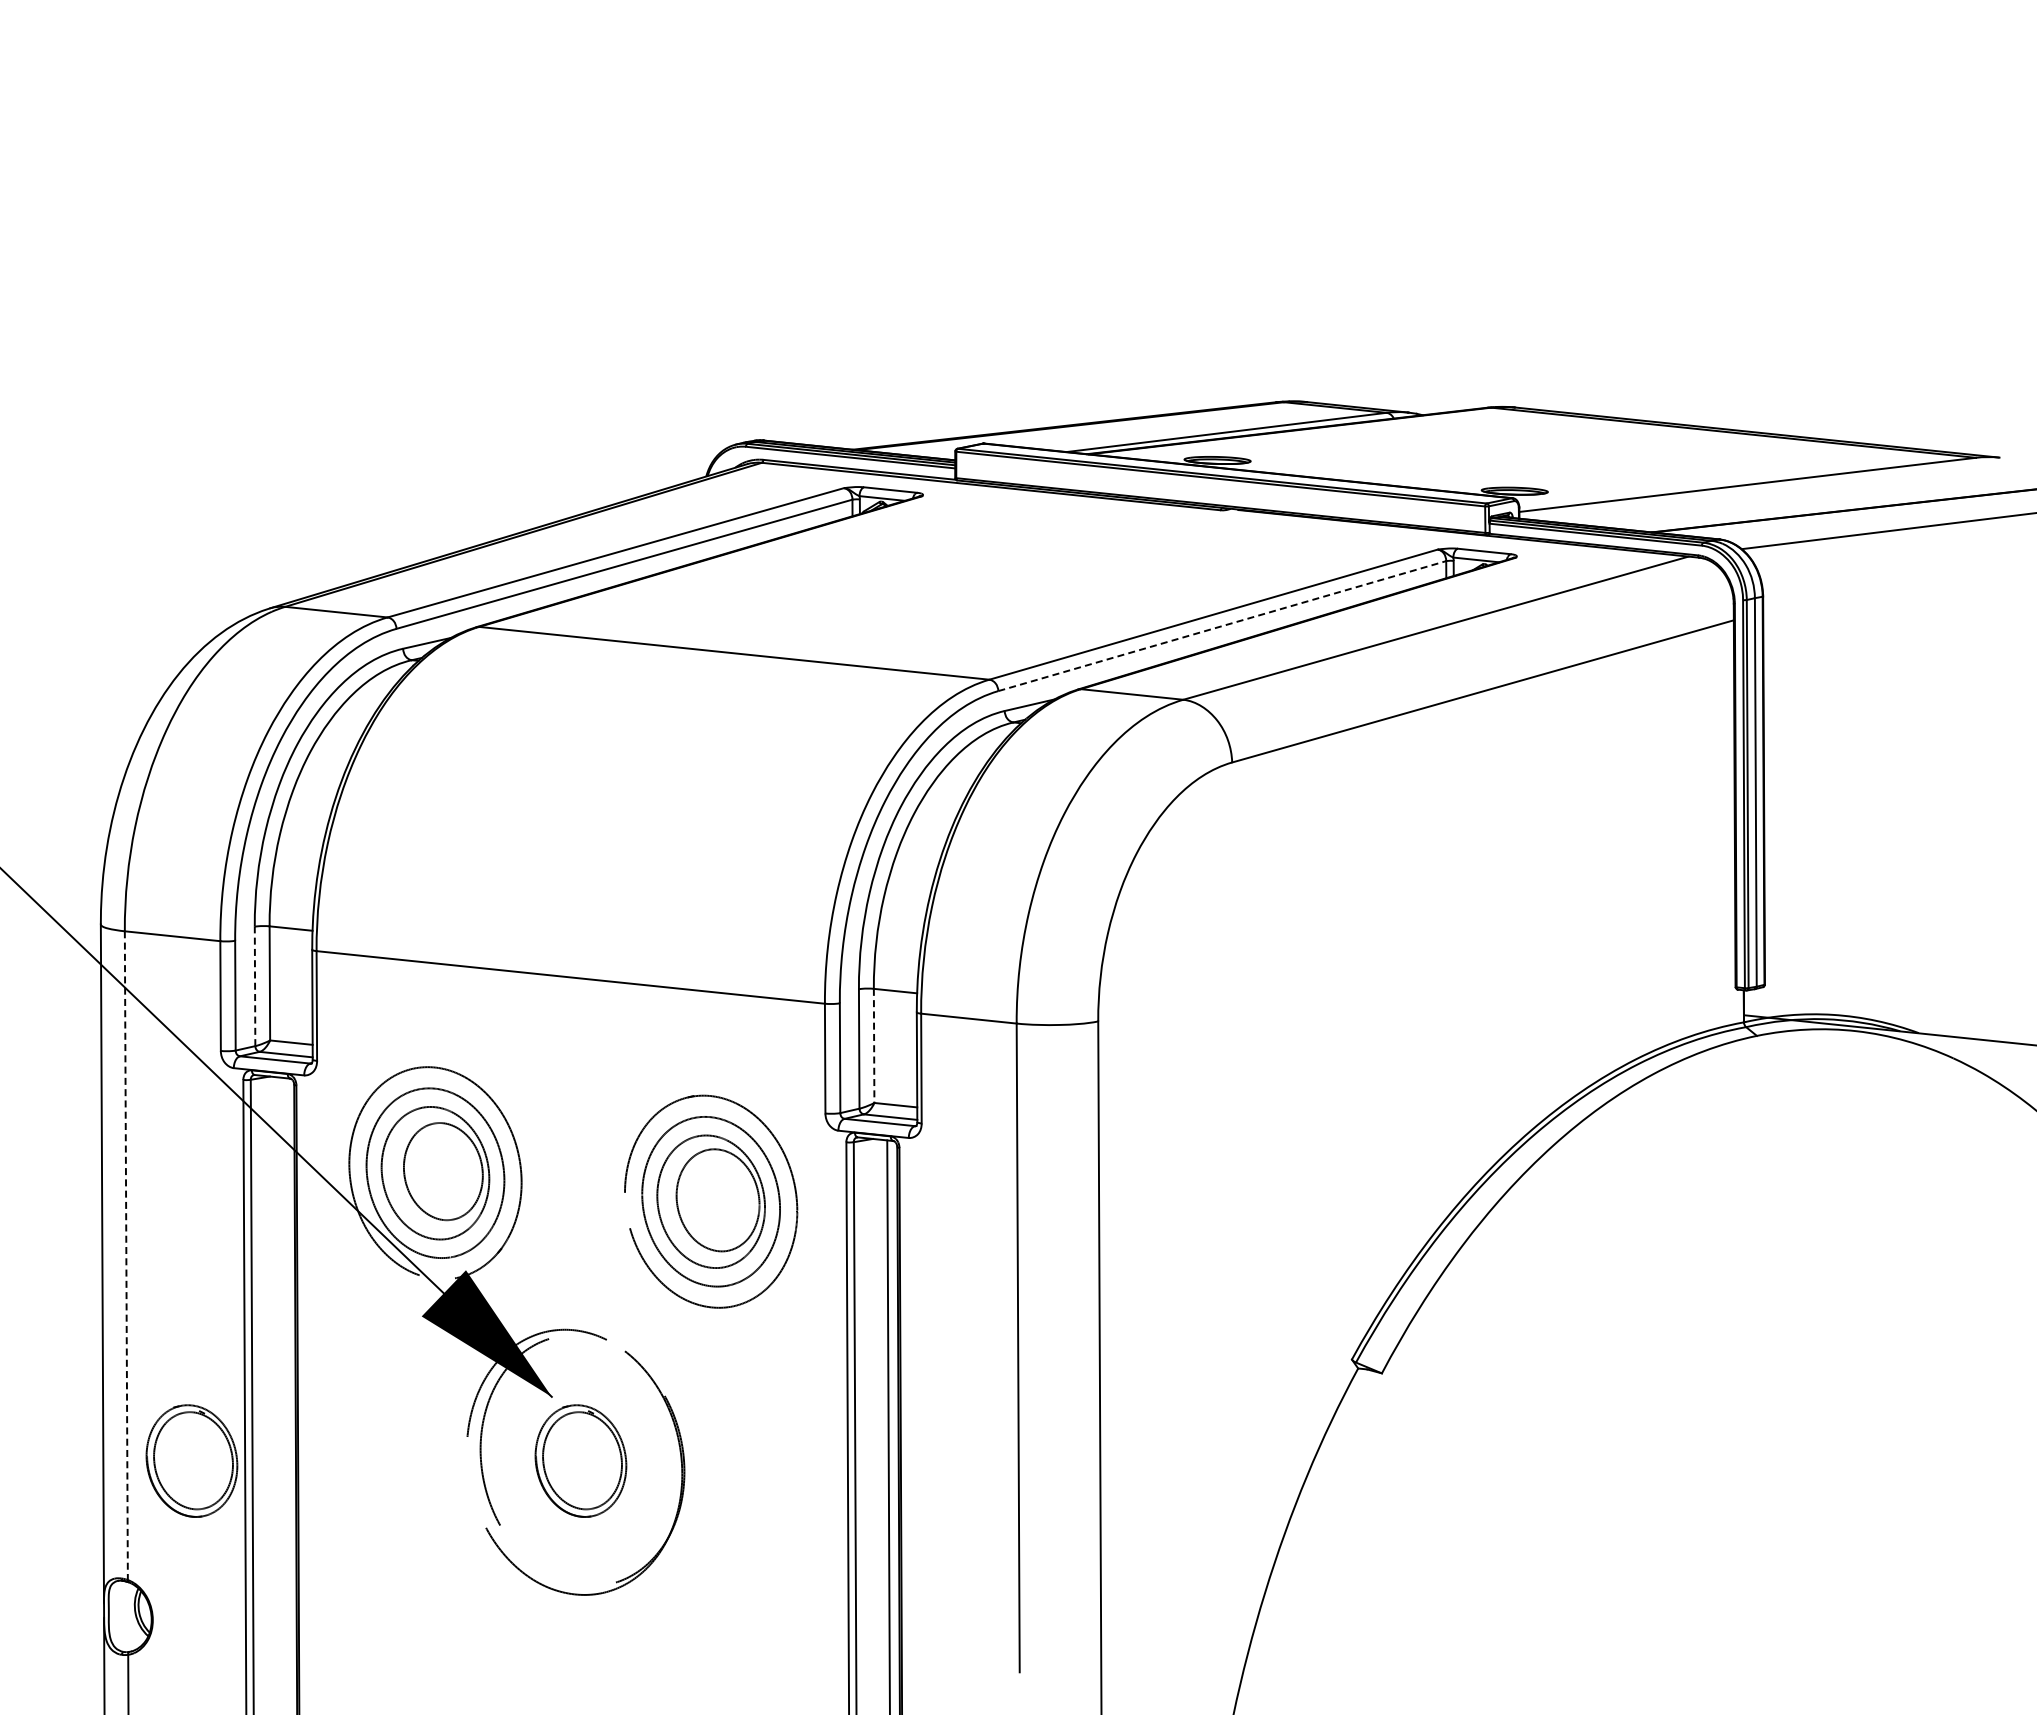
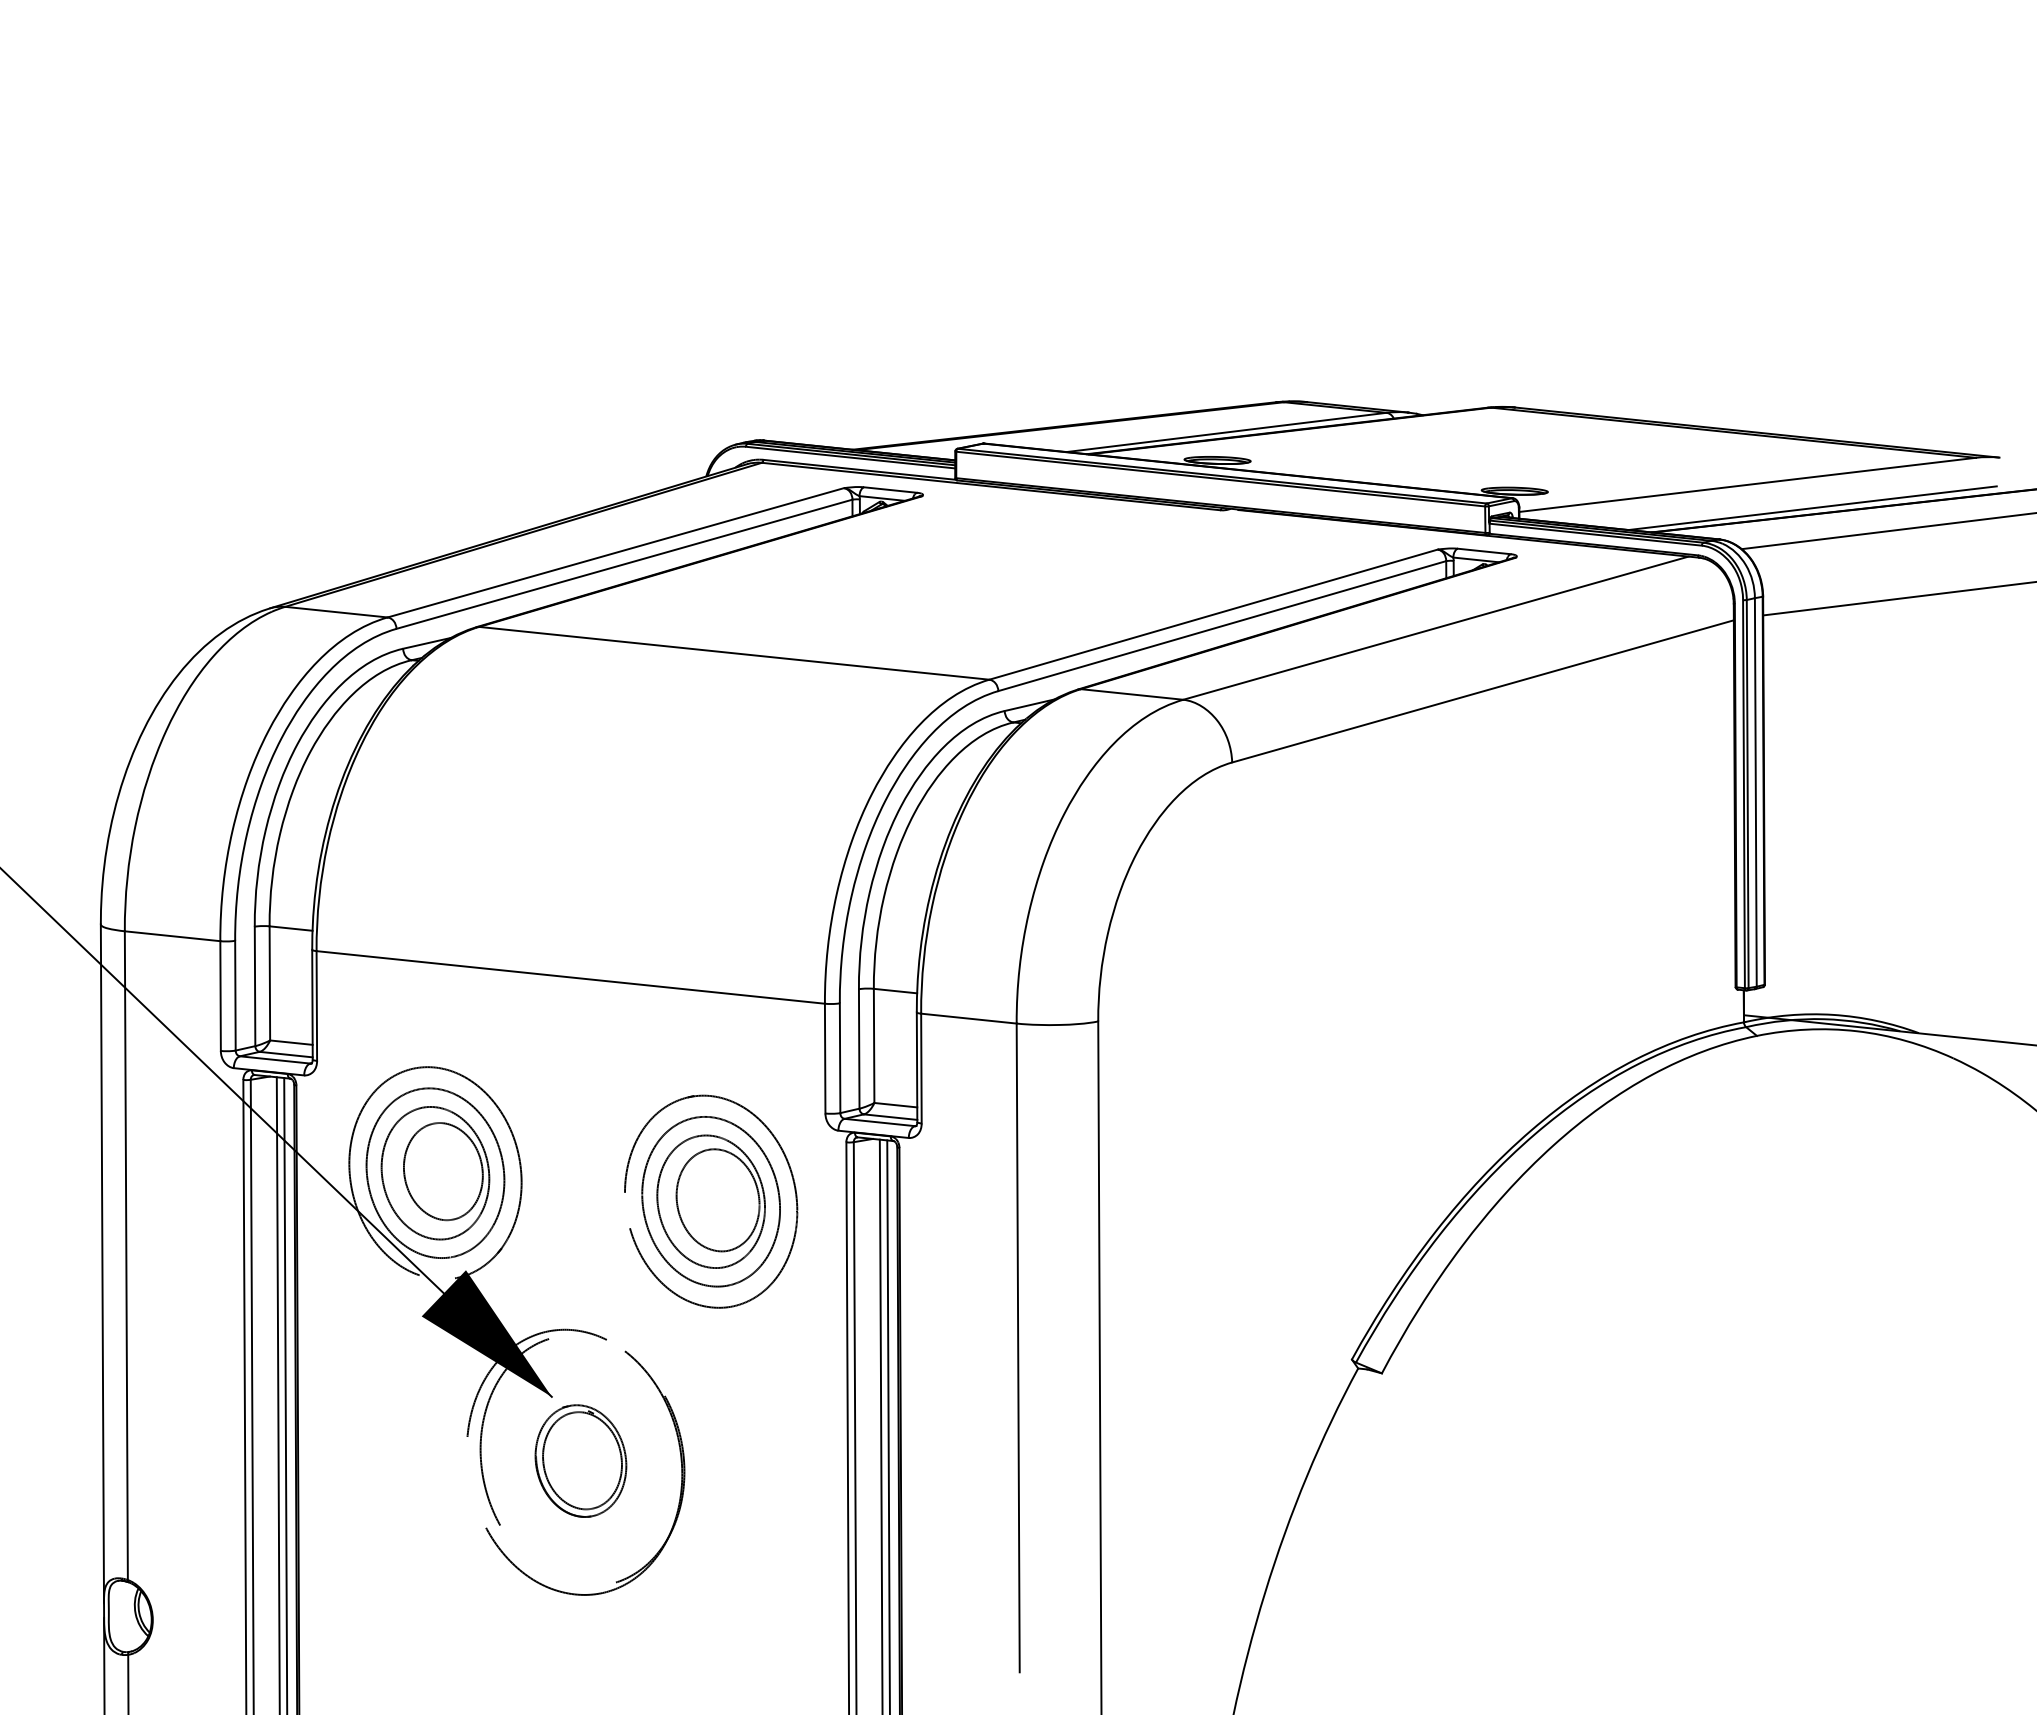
line at (1812, 508): none -> present
line at (1898, 598): none -> present
line at (1222, 625): dashed -> solid
line at (255, 986): dashed -> solid
line at (874, 1046): dashed -> solid
line at (126, 1256): dashed -> solid
line at (277, 1394): none -> present
line at (285, 1394): none -> present
line at (880, 1425): none -> present
part at (191, 1460): present -> none
